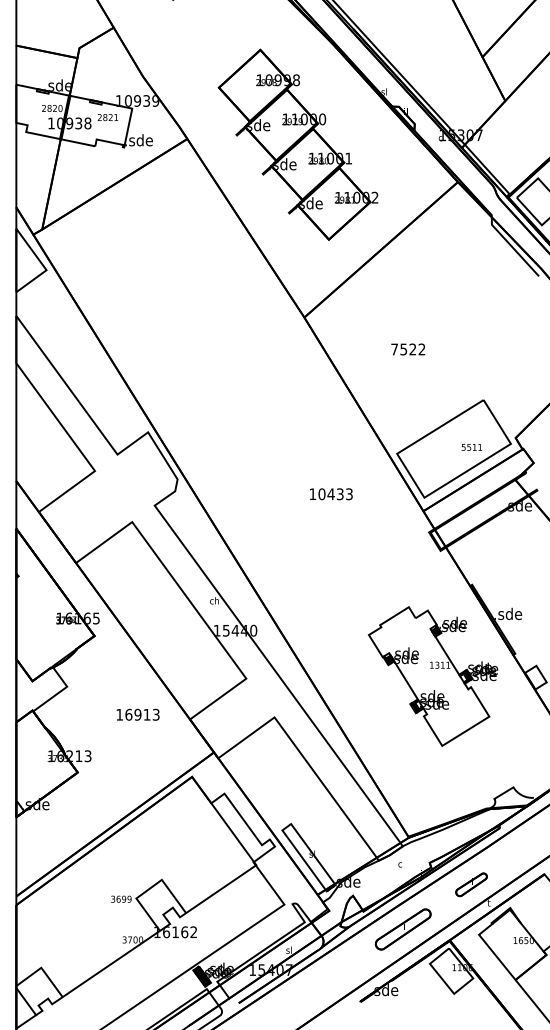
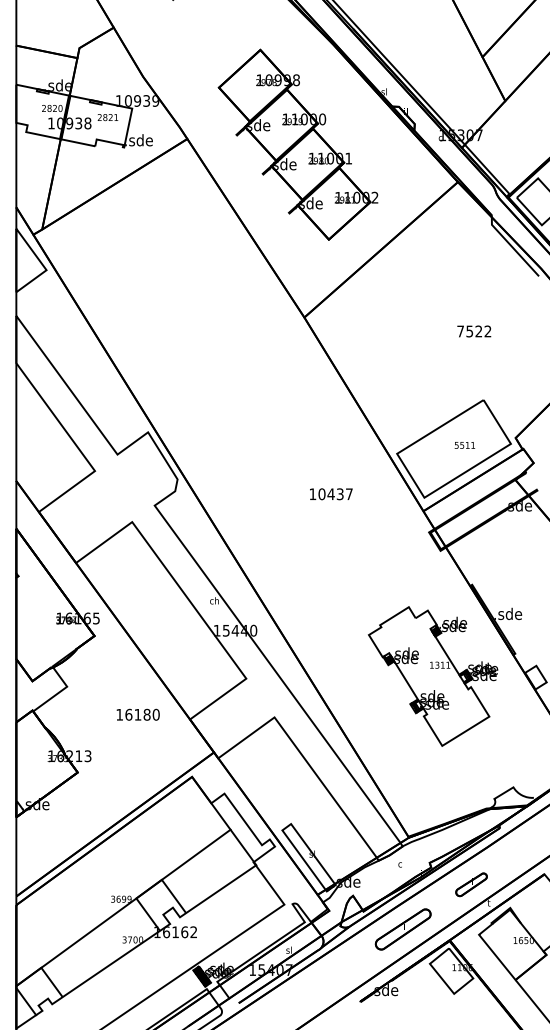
text at (408, 349) position: (408, 349) -> (474, 331)
text at (471, 447) position: (471, 447) -> (464, 445)
text at (349, 494): 10433 -> 10437
text at (146, 714): 16913 -> 16180
line at (123, 907): none -> present
